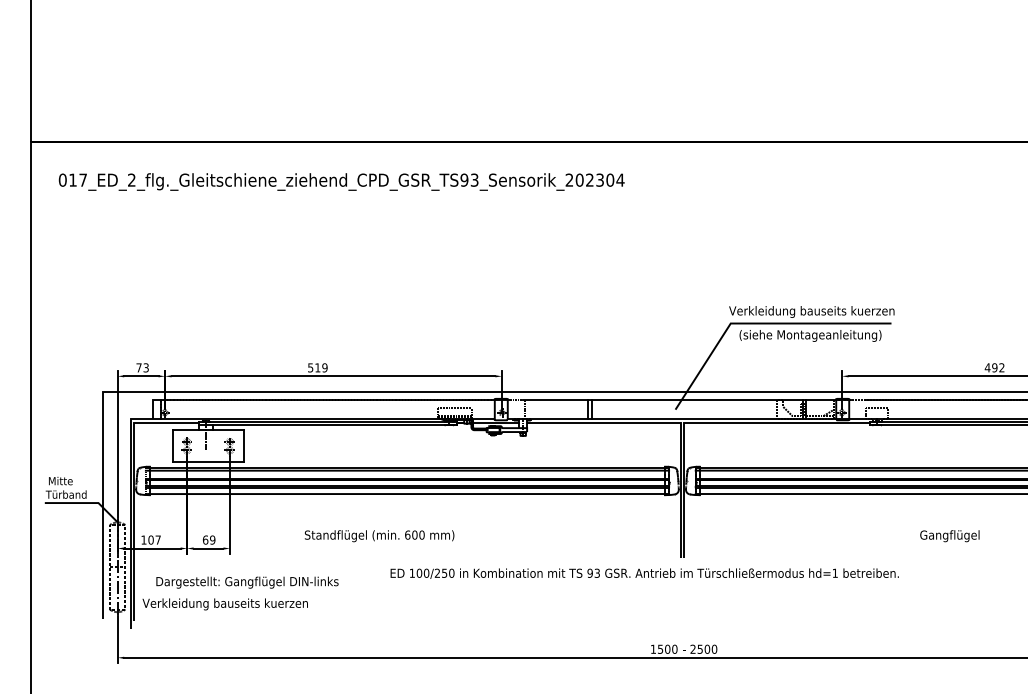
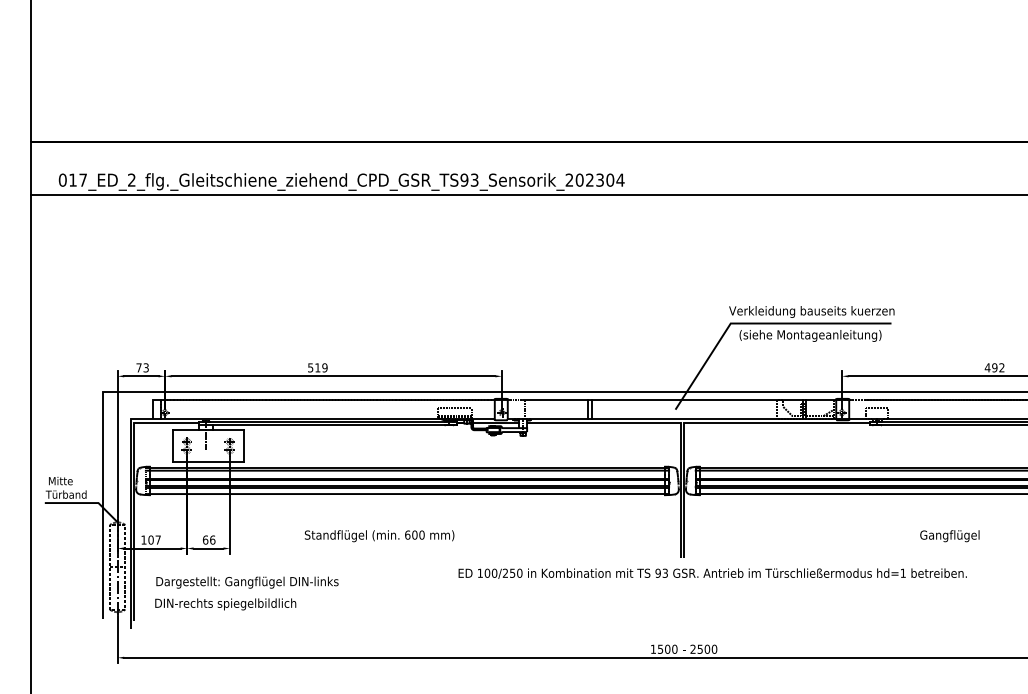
line at (527, 194): none -> present
text at (212, 539): 69 -> 66
text at (644, 573) position: (644, 573) -> (712, 573)
text at (224, 604): Verkleidung bauseits kuerzen -> DIN-rechts spiegelbildlich
